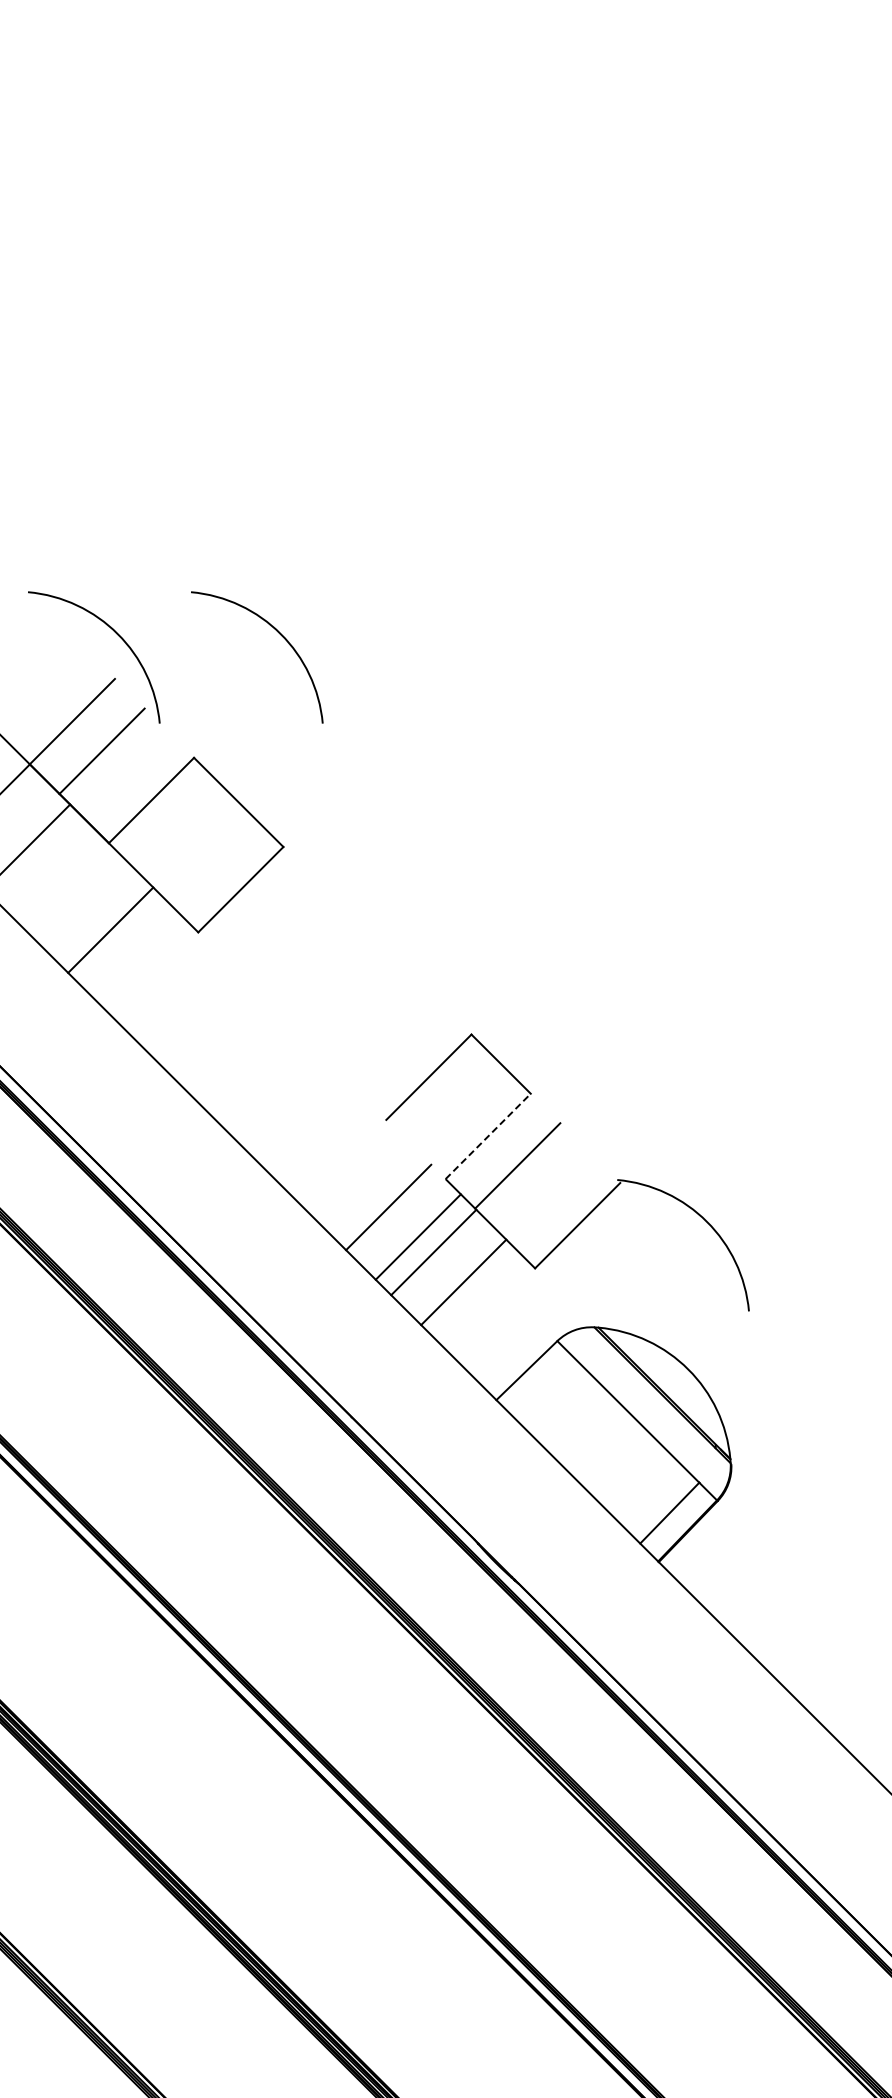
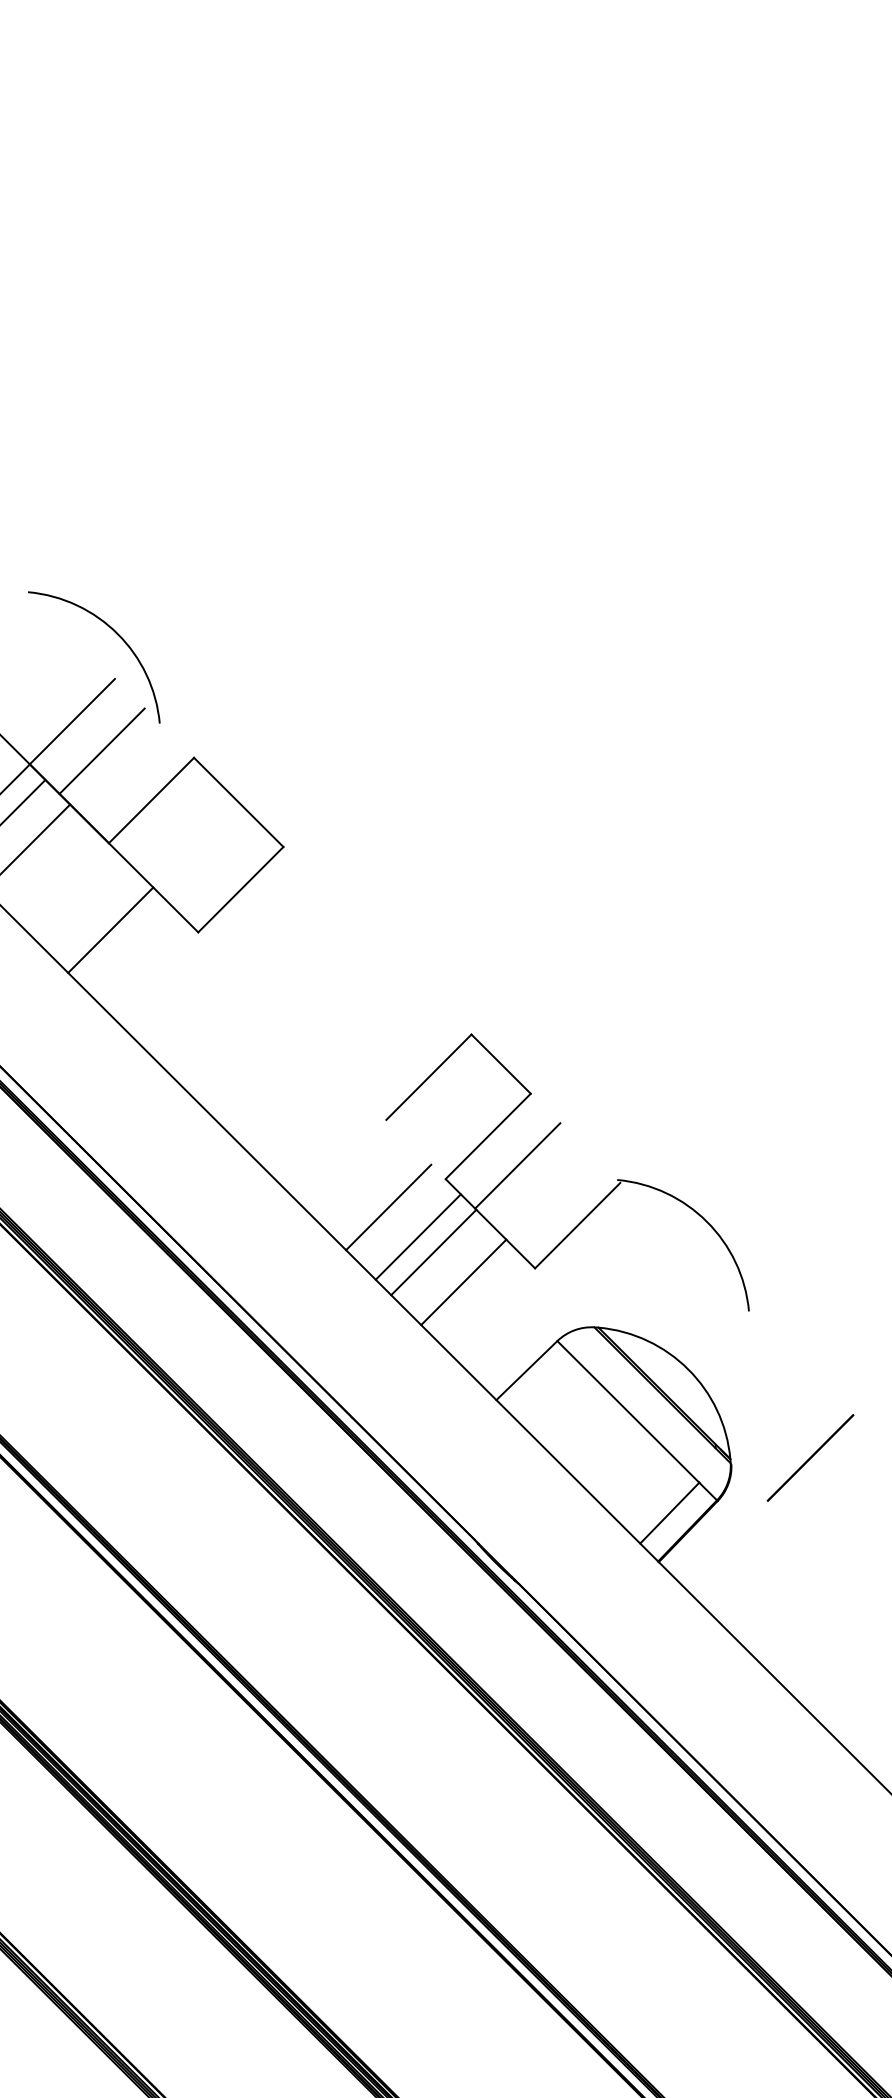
arc at (279, 634): present -> none
line at (23, 801): none -> present
line at (488, 1136): dashed -> solid
line at (810, 1457): none -> present
